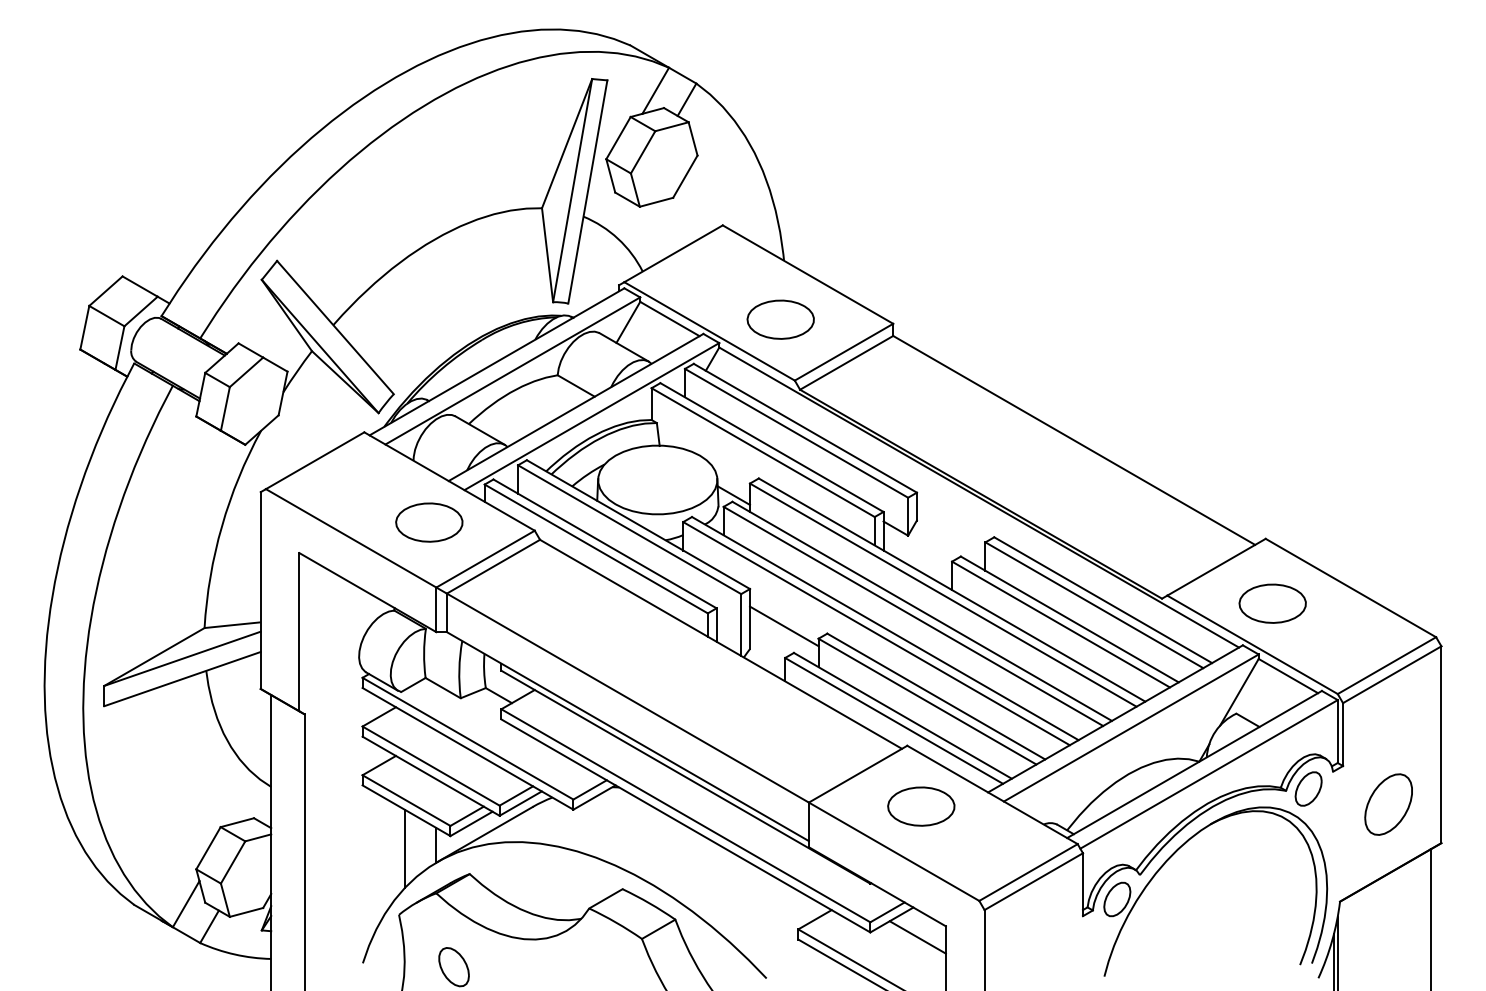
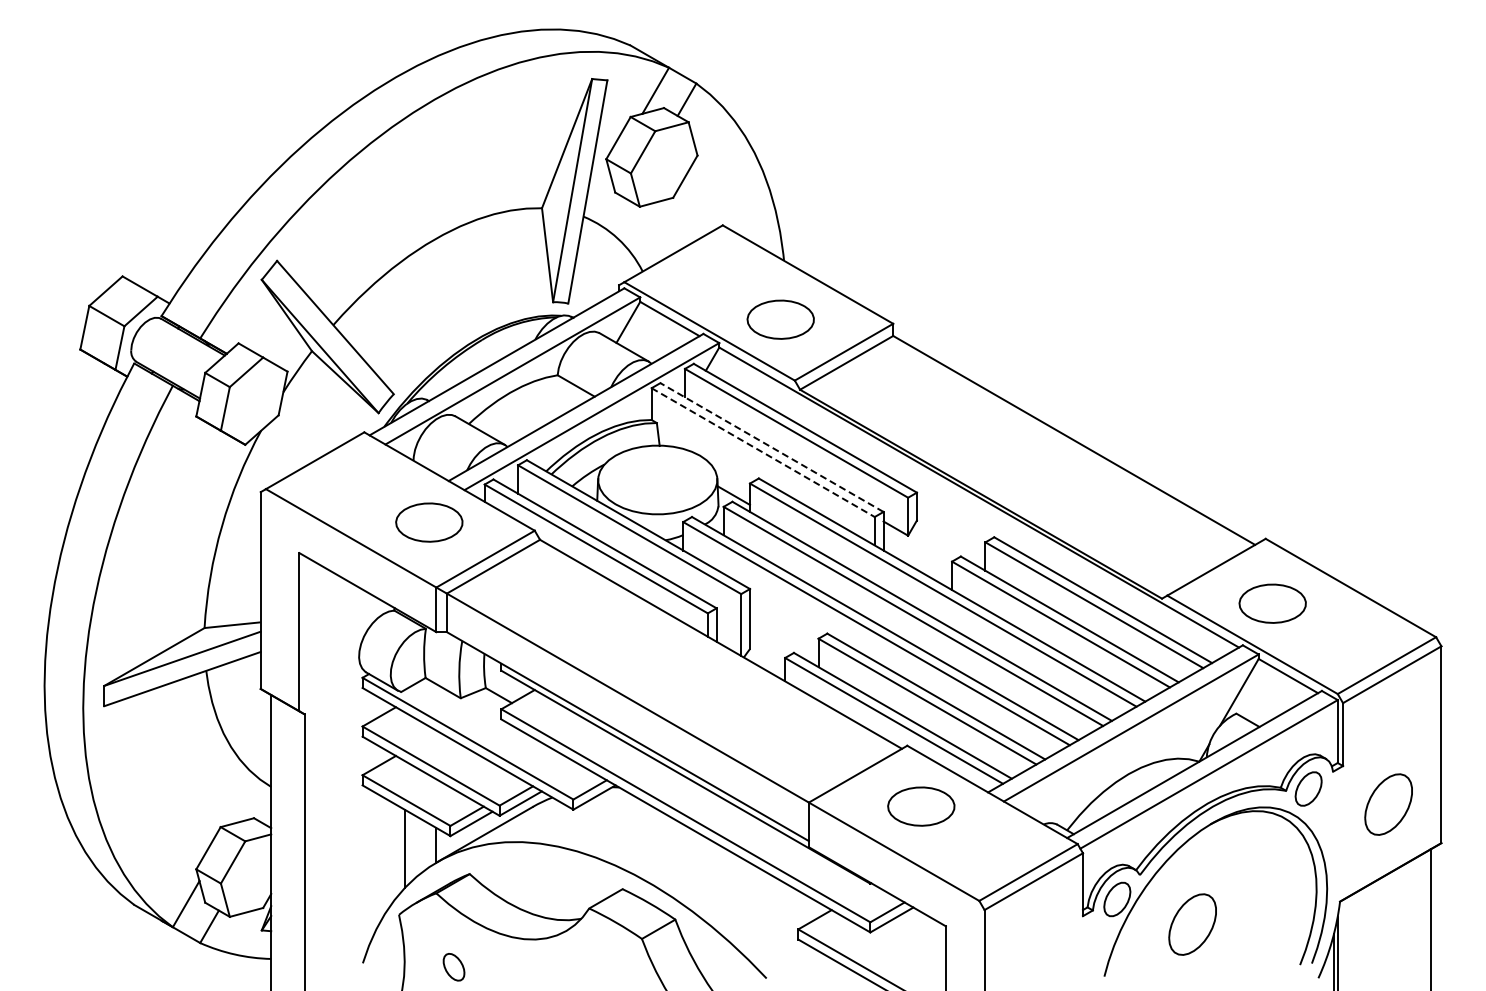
line at (771, 447): solid -> dashed
line at (763, 452): solid -> dashed
line at (784, 626): present -> none
part at (1192, 924): none -> present
line at (917, 937): present -> none
part at (453, 967) size: 32x41 px -> 24x29 px
